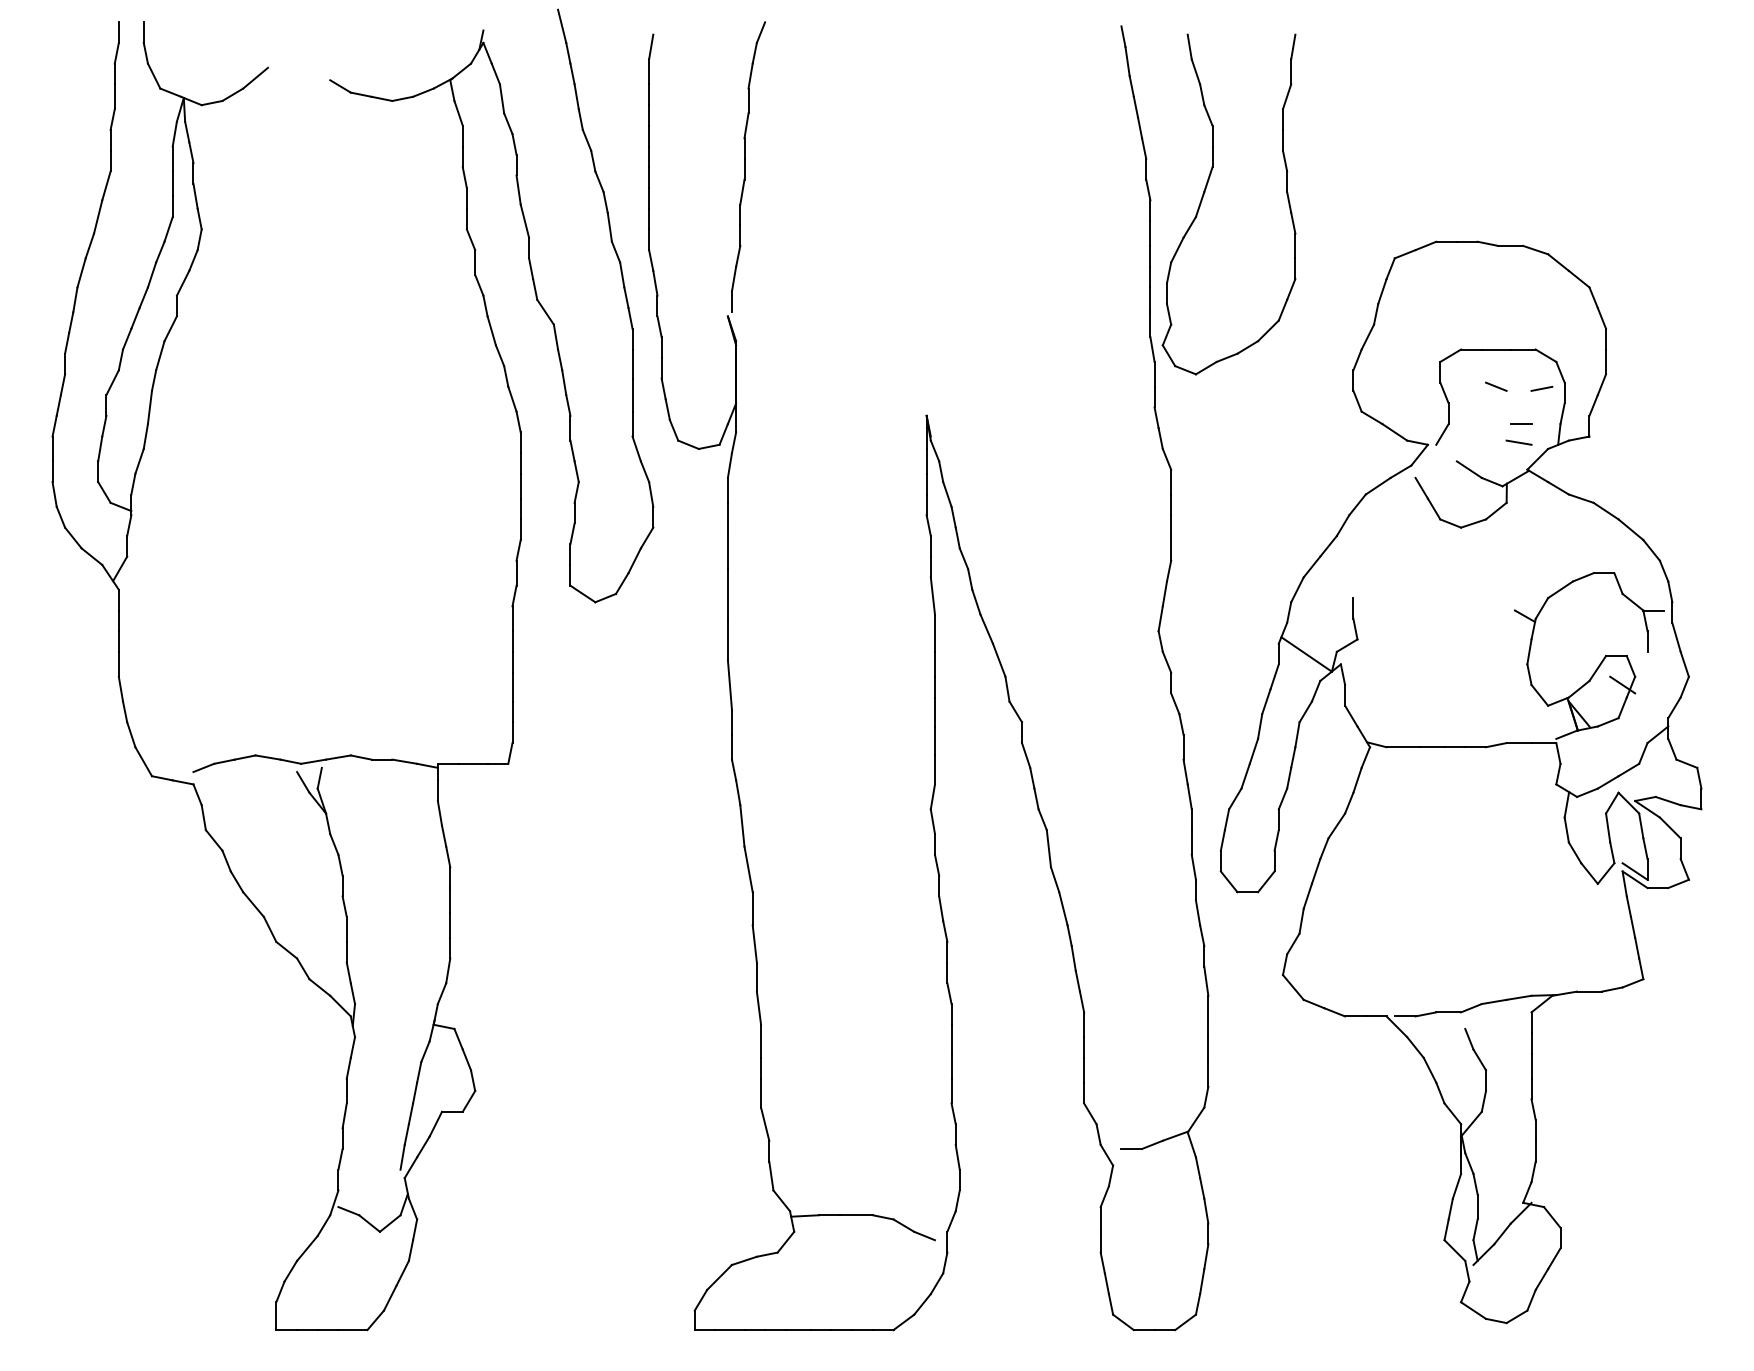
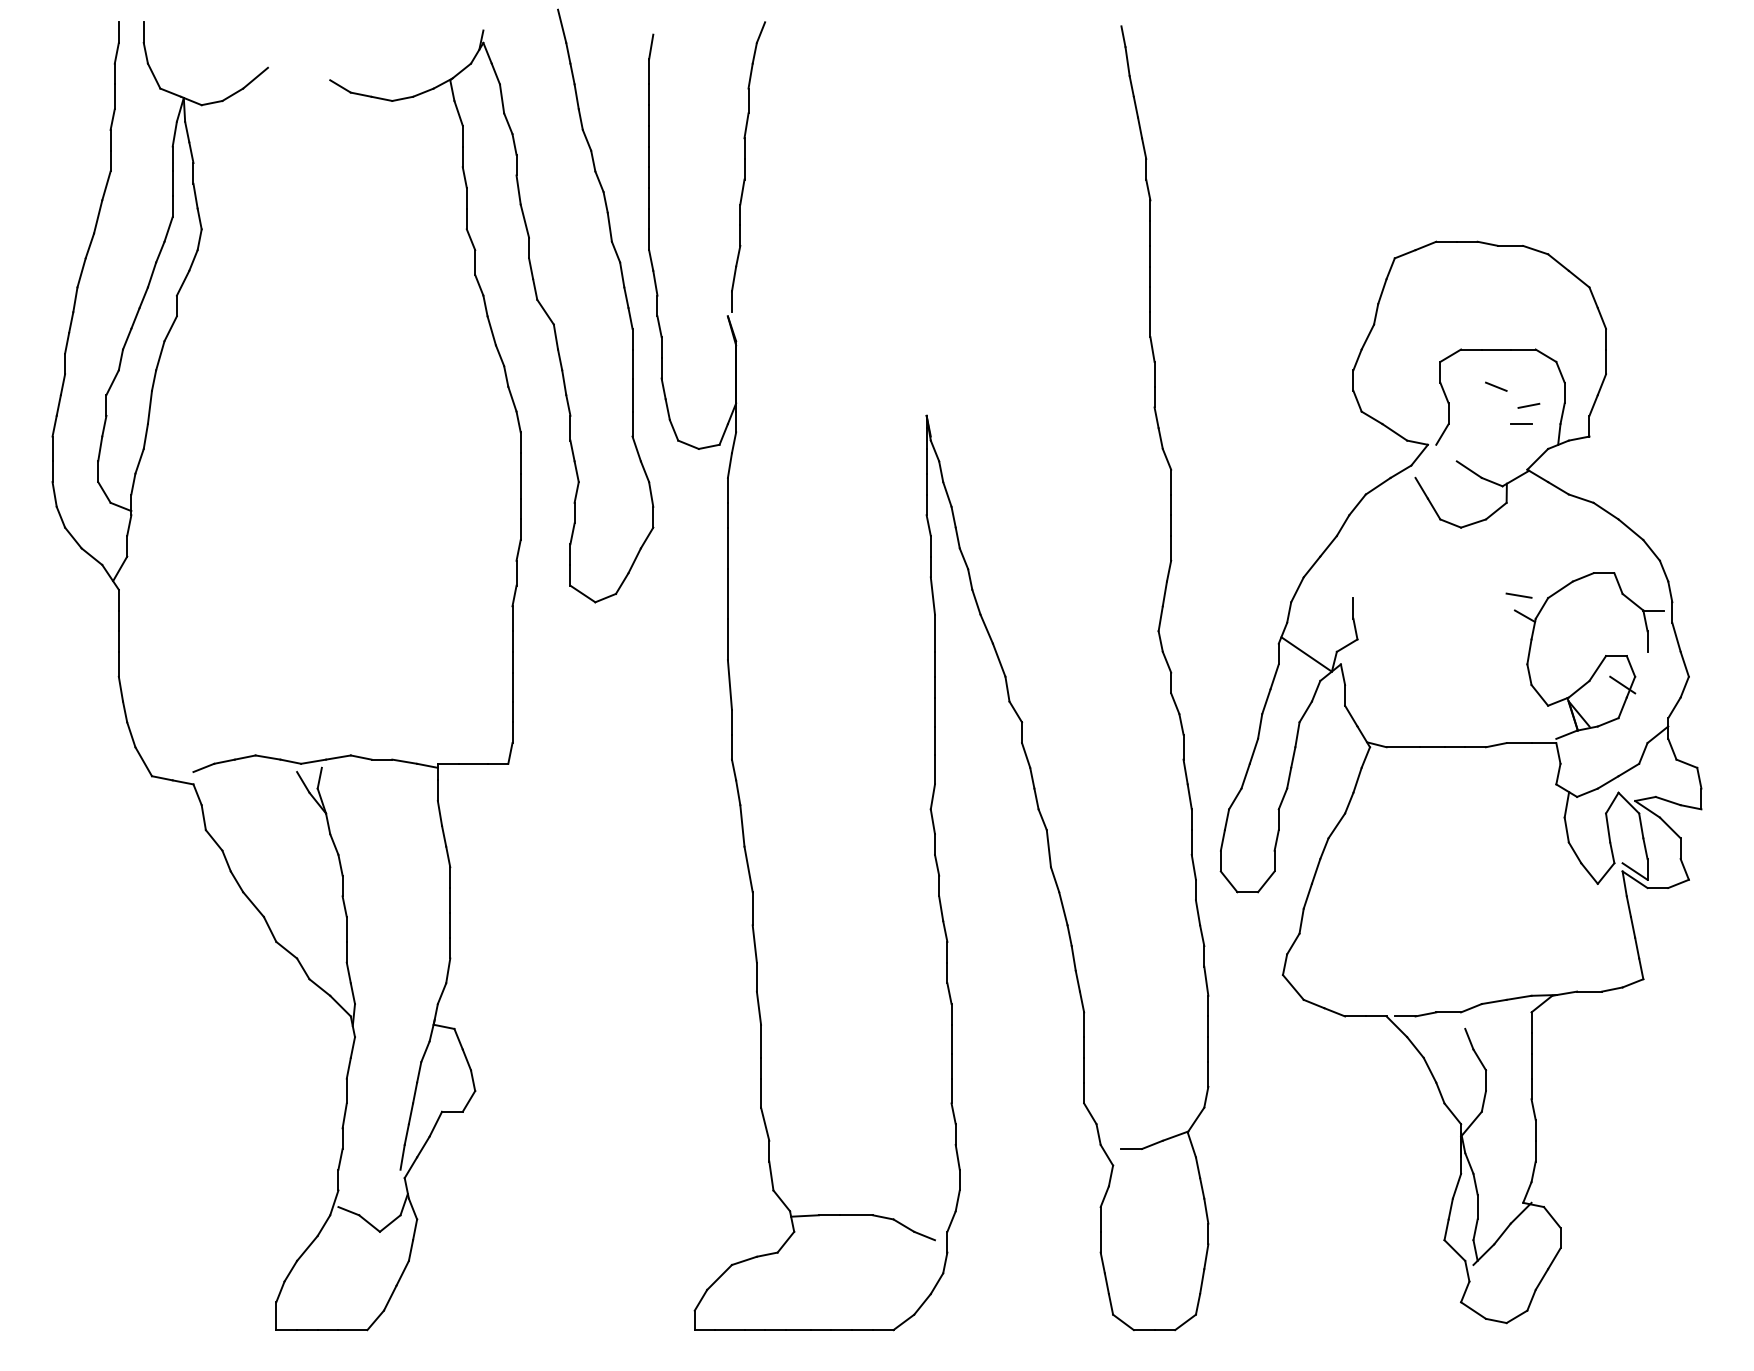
part at (1204, 195): present -> none
line at (1541, 388) position: (1541, 388) -> (1528, 405)
line at (1518, 442) position: (1518, 442) -> (1518, 595)
